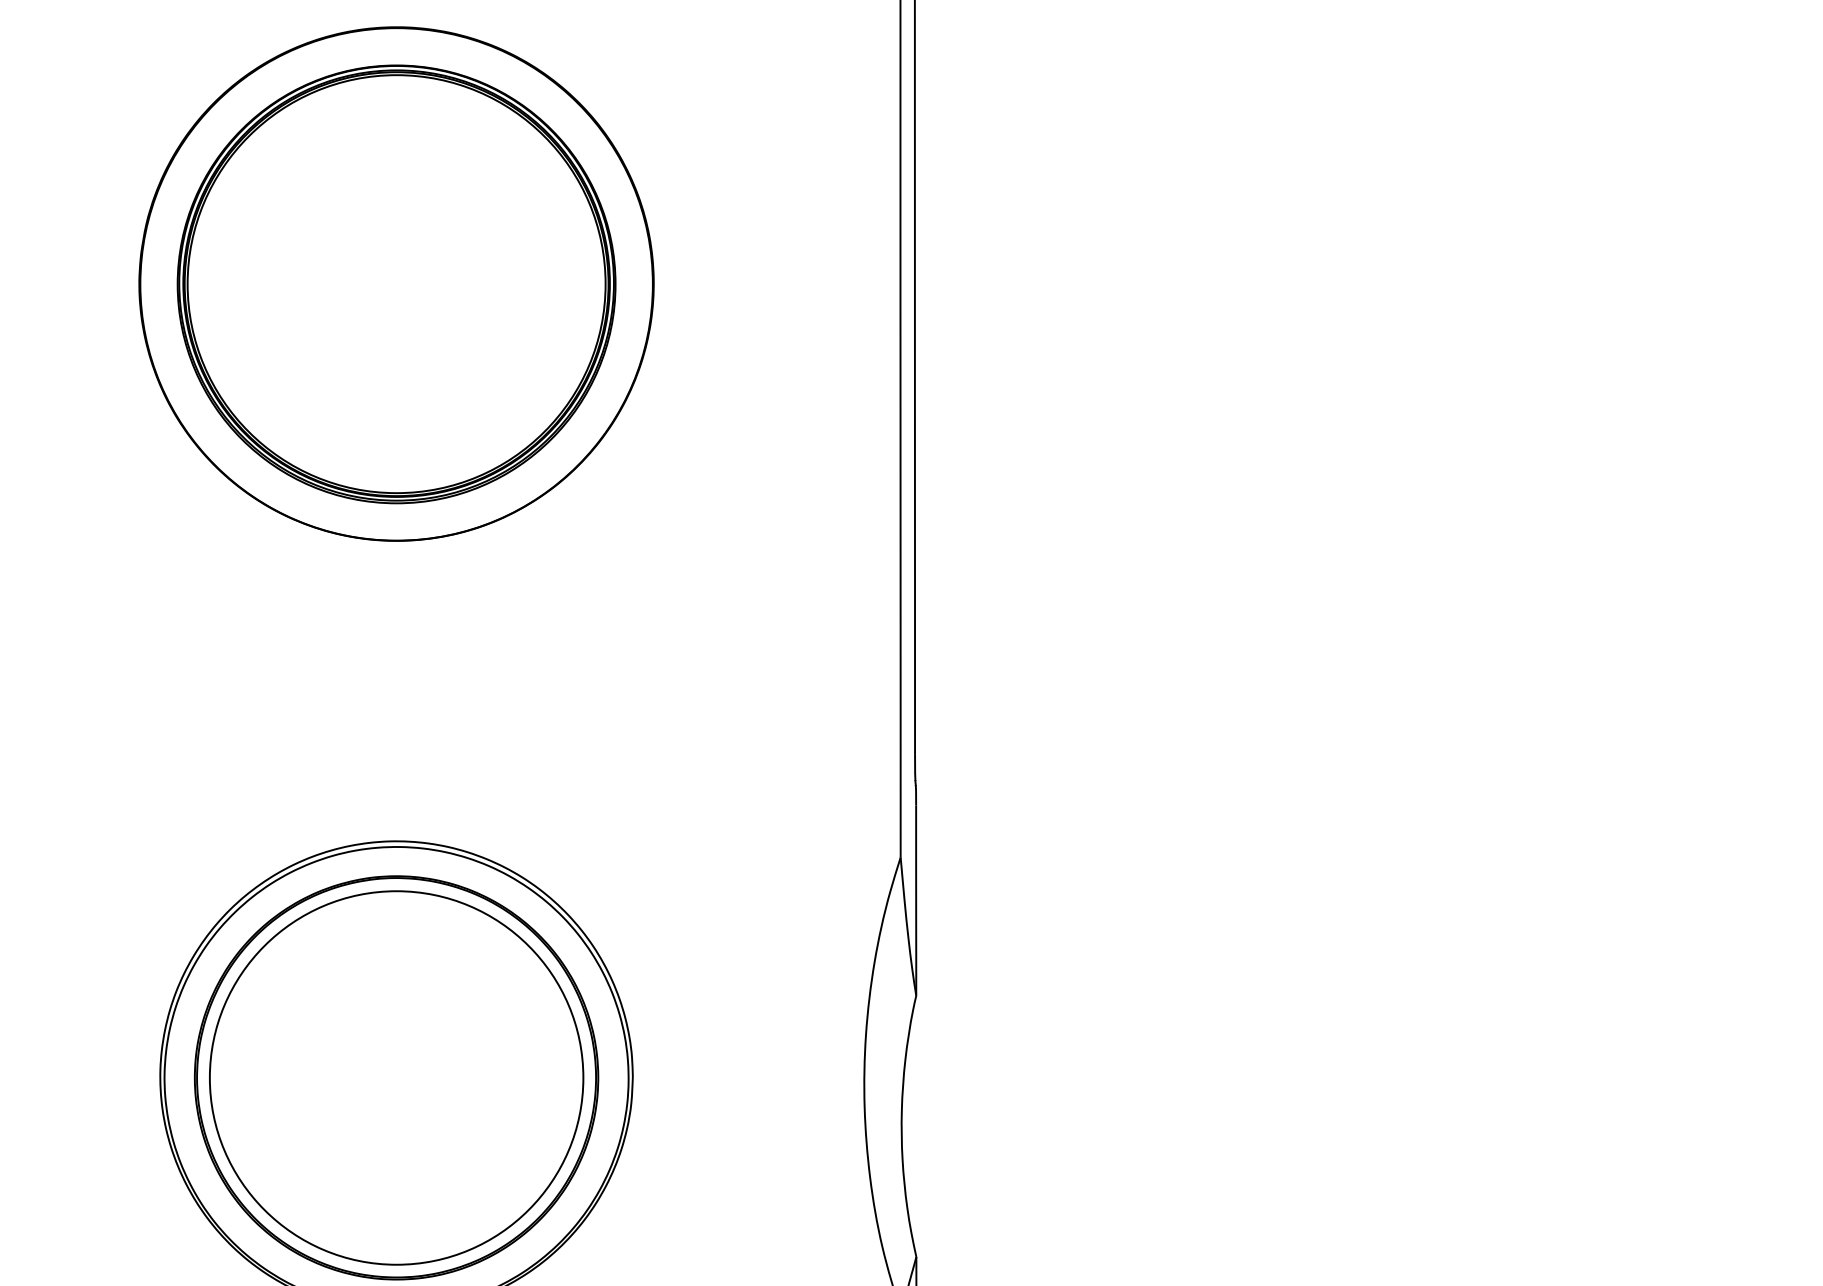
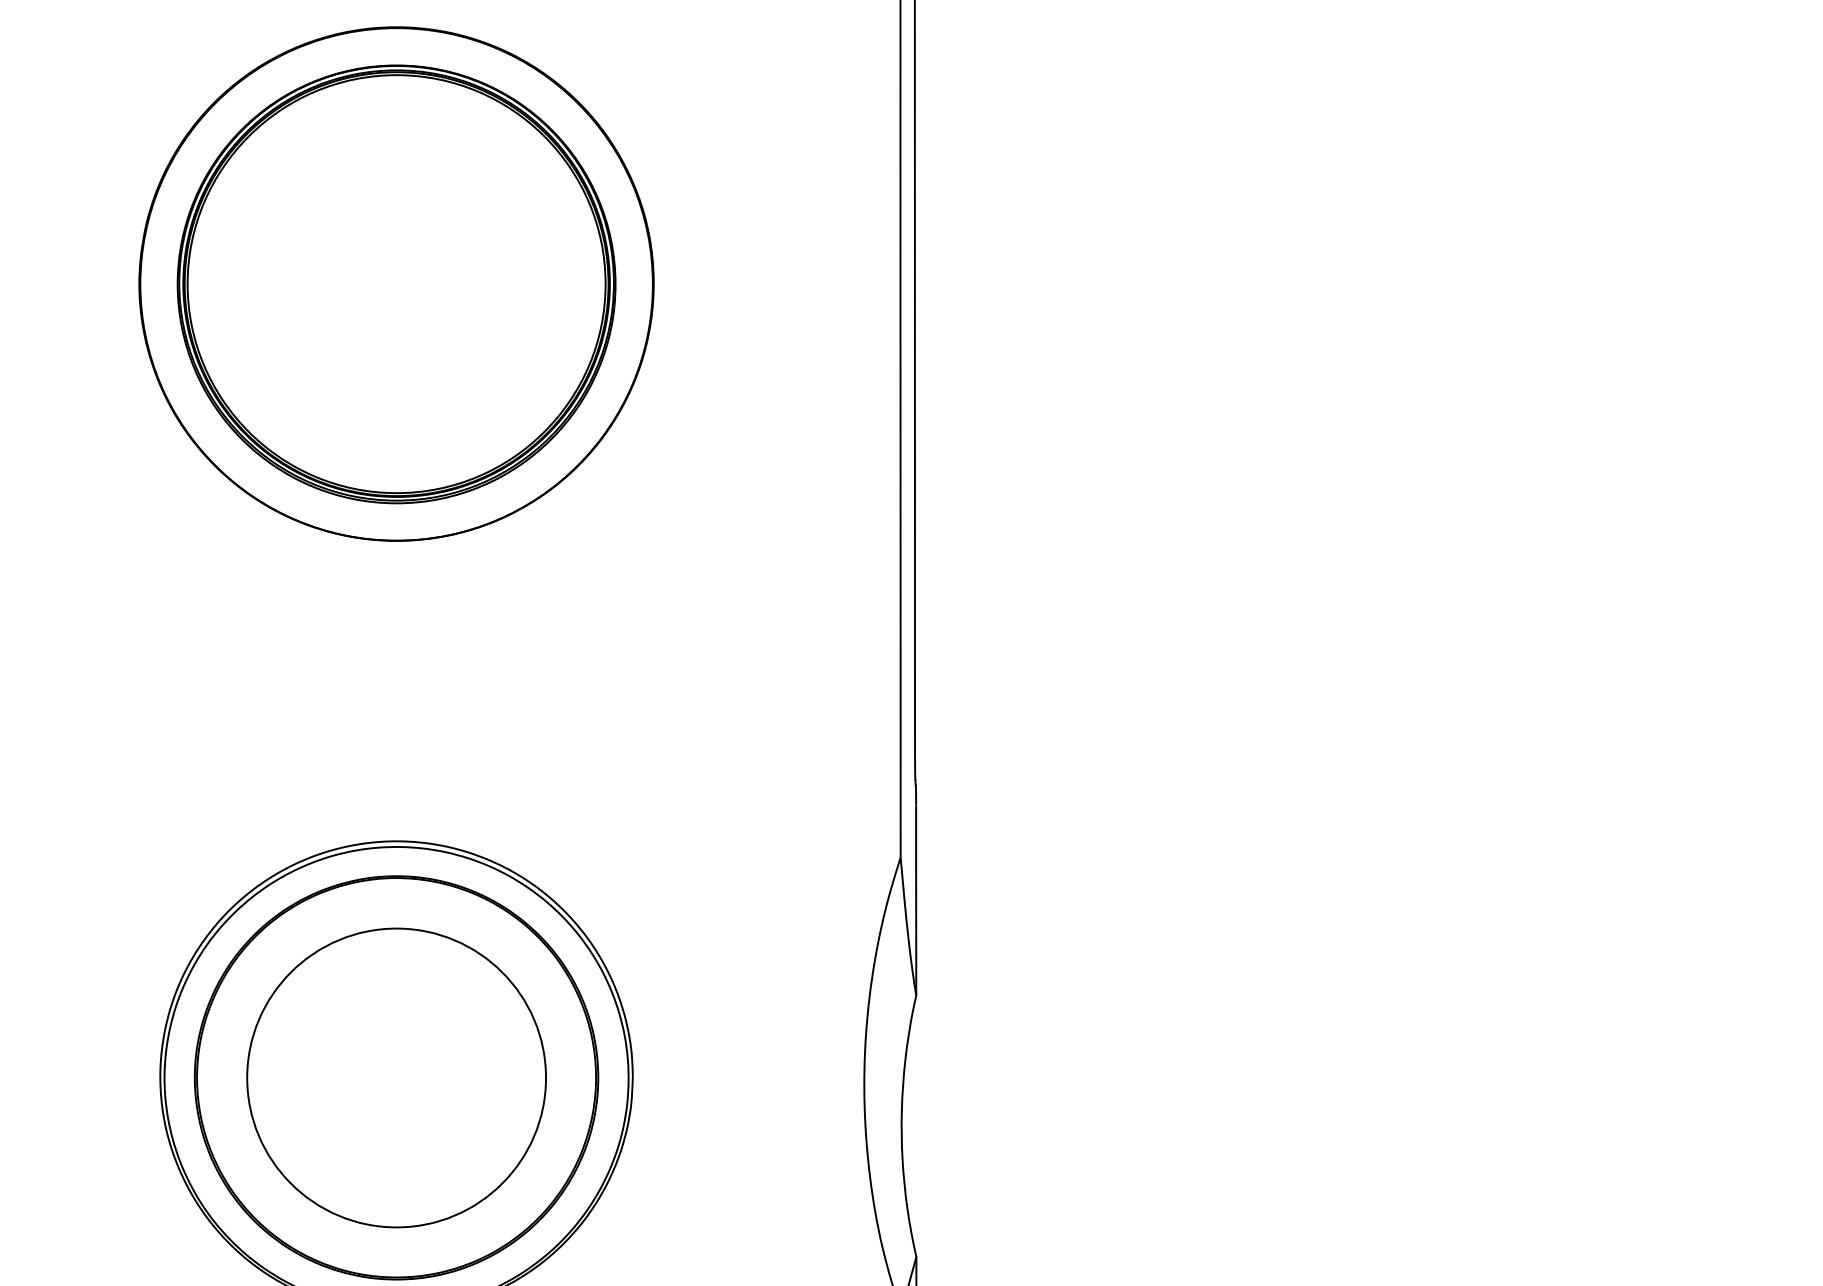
circle at (396, 1077) diameter: 374 px -> 299 px
